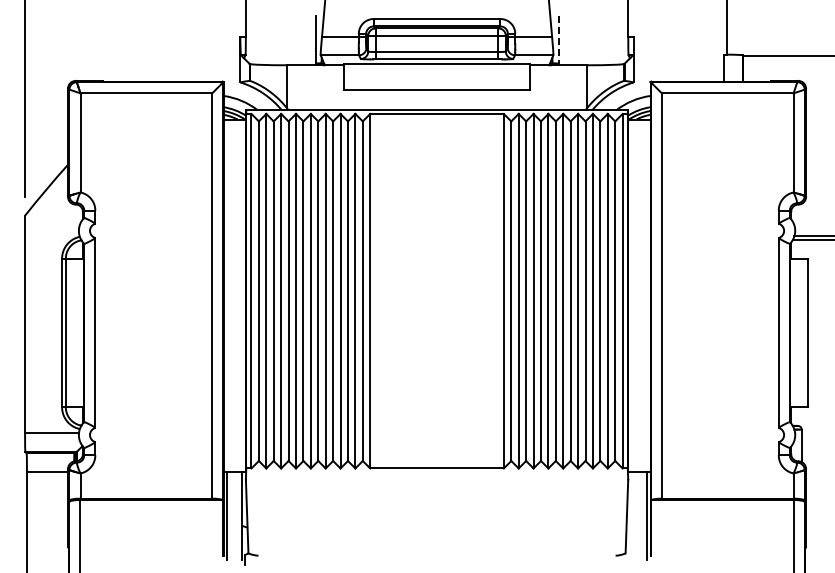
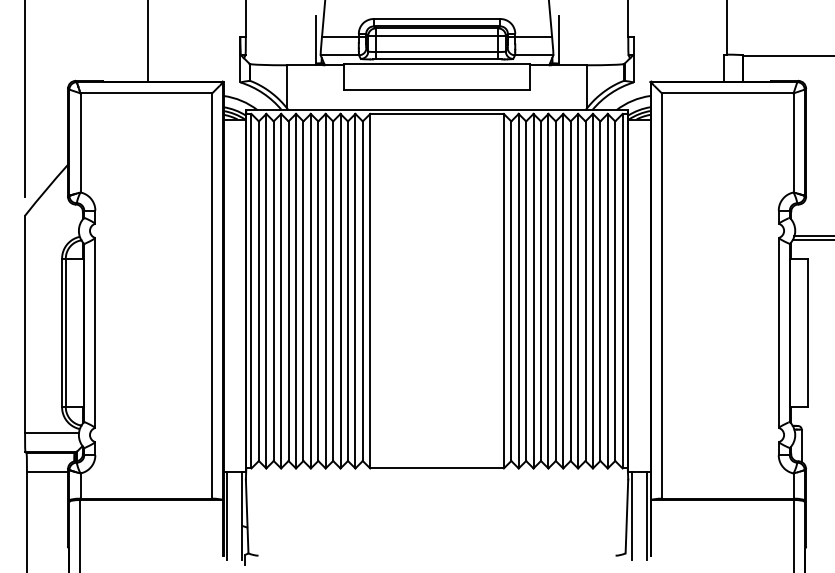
line at (558, 40): dashed -> solid
line at (147, 41): none -> present
line at (632, 515): none -> present
